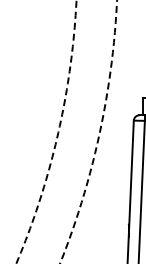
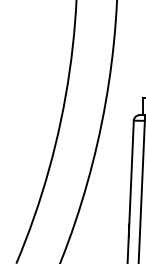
arc at (99, 133): dashed -> solid
arc at (57, 136): dashed -> solid
